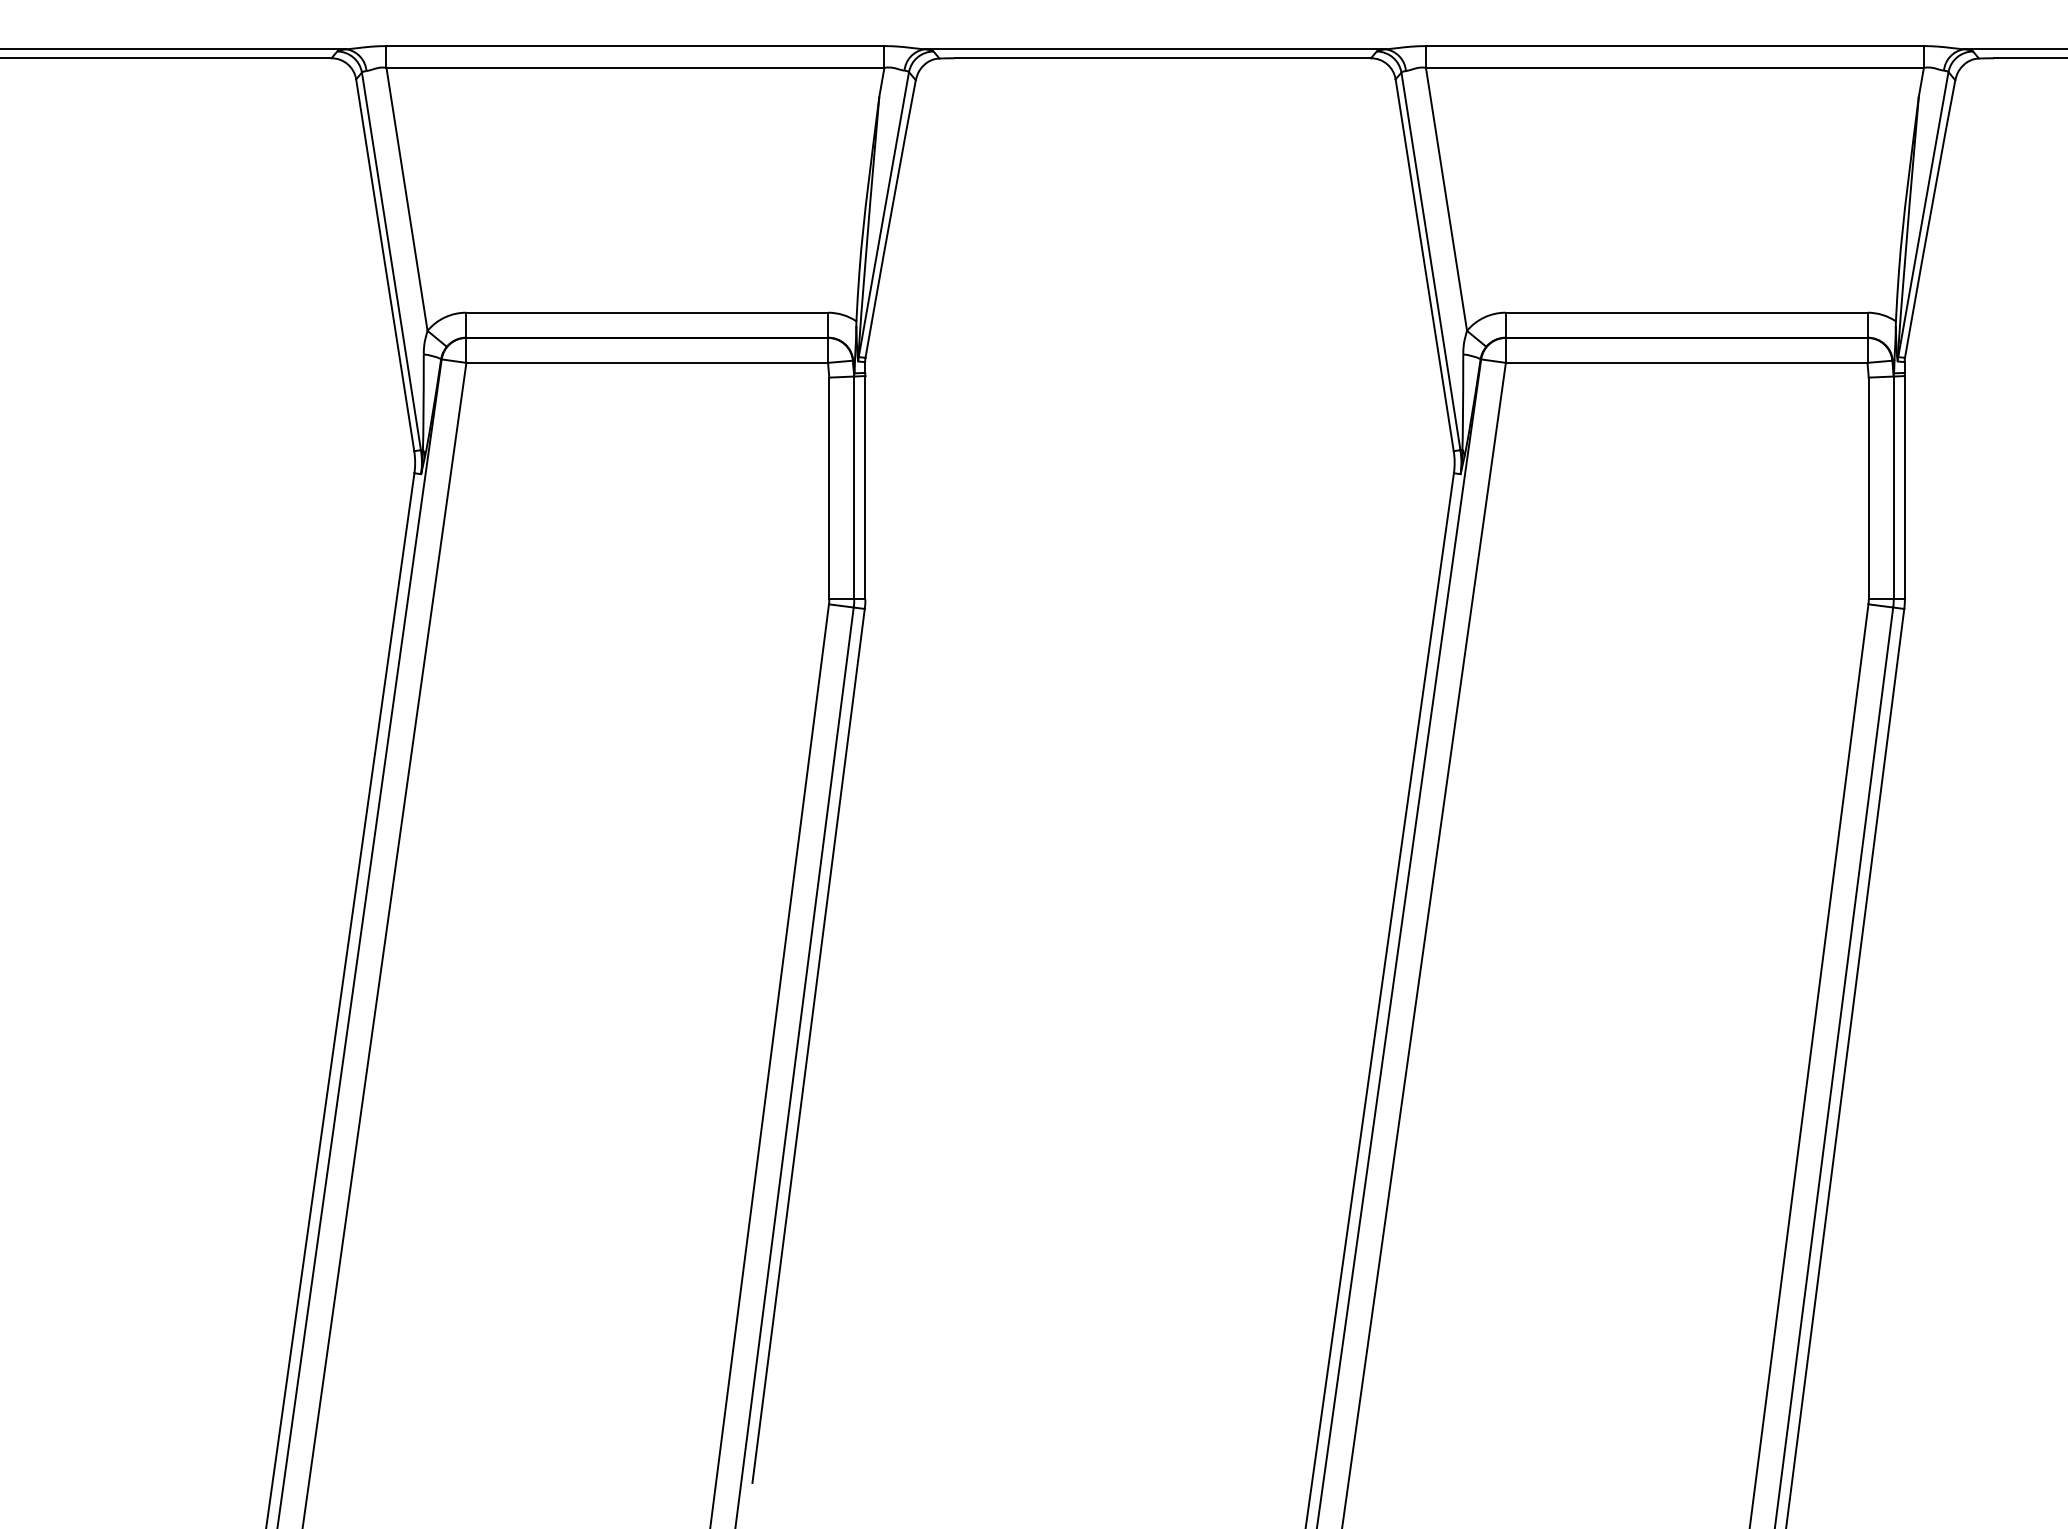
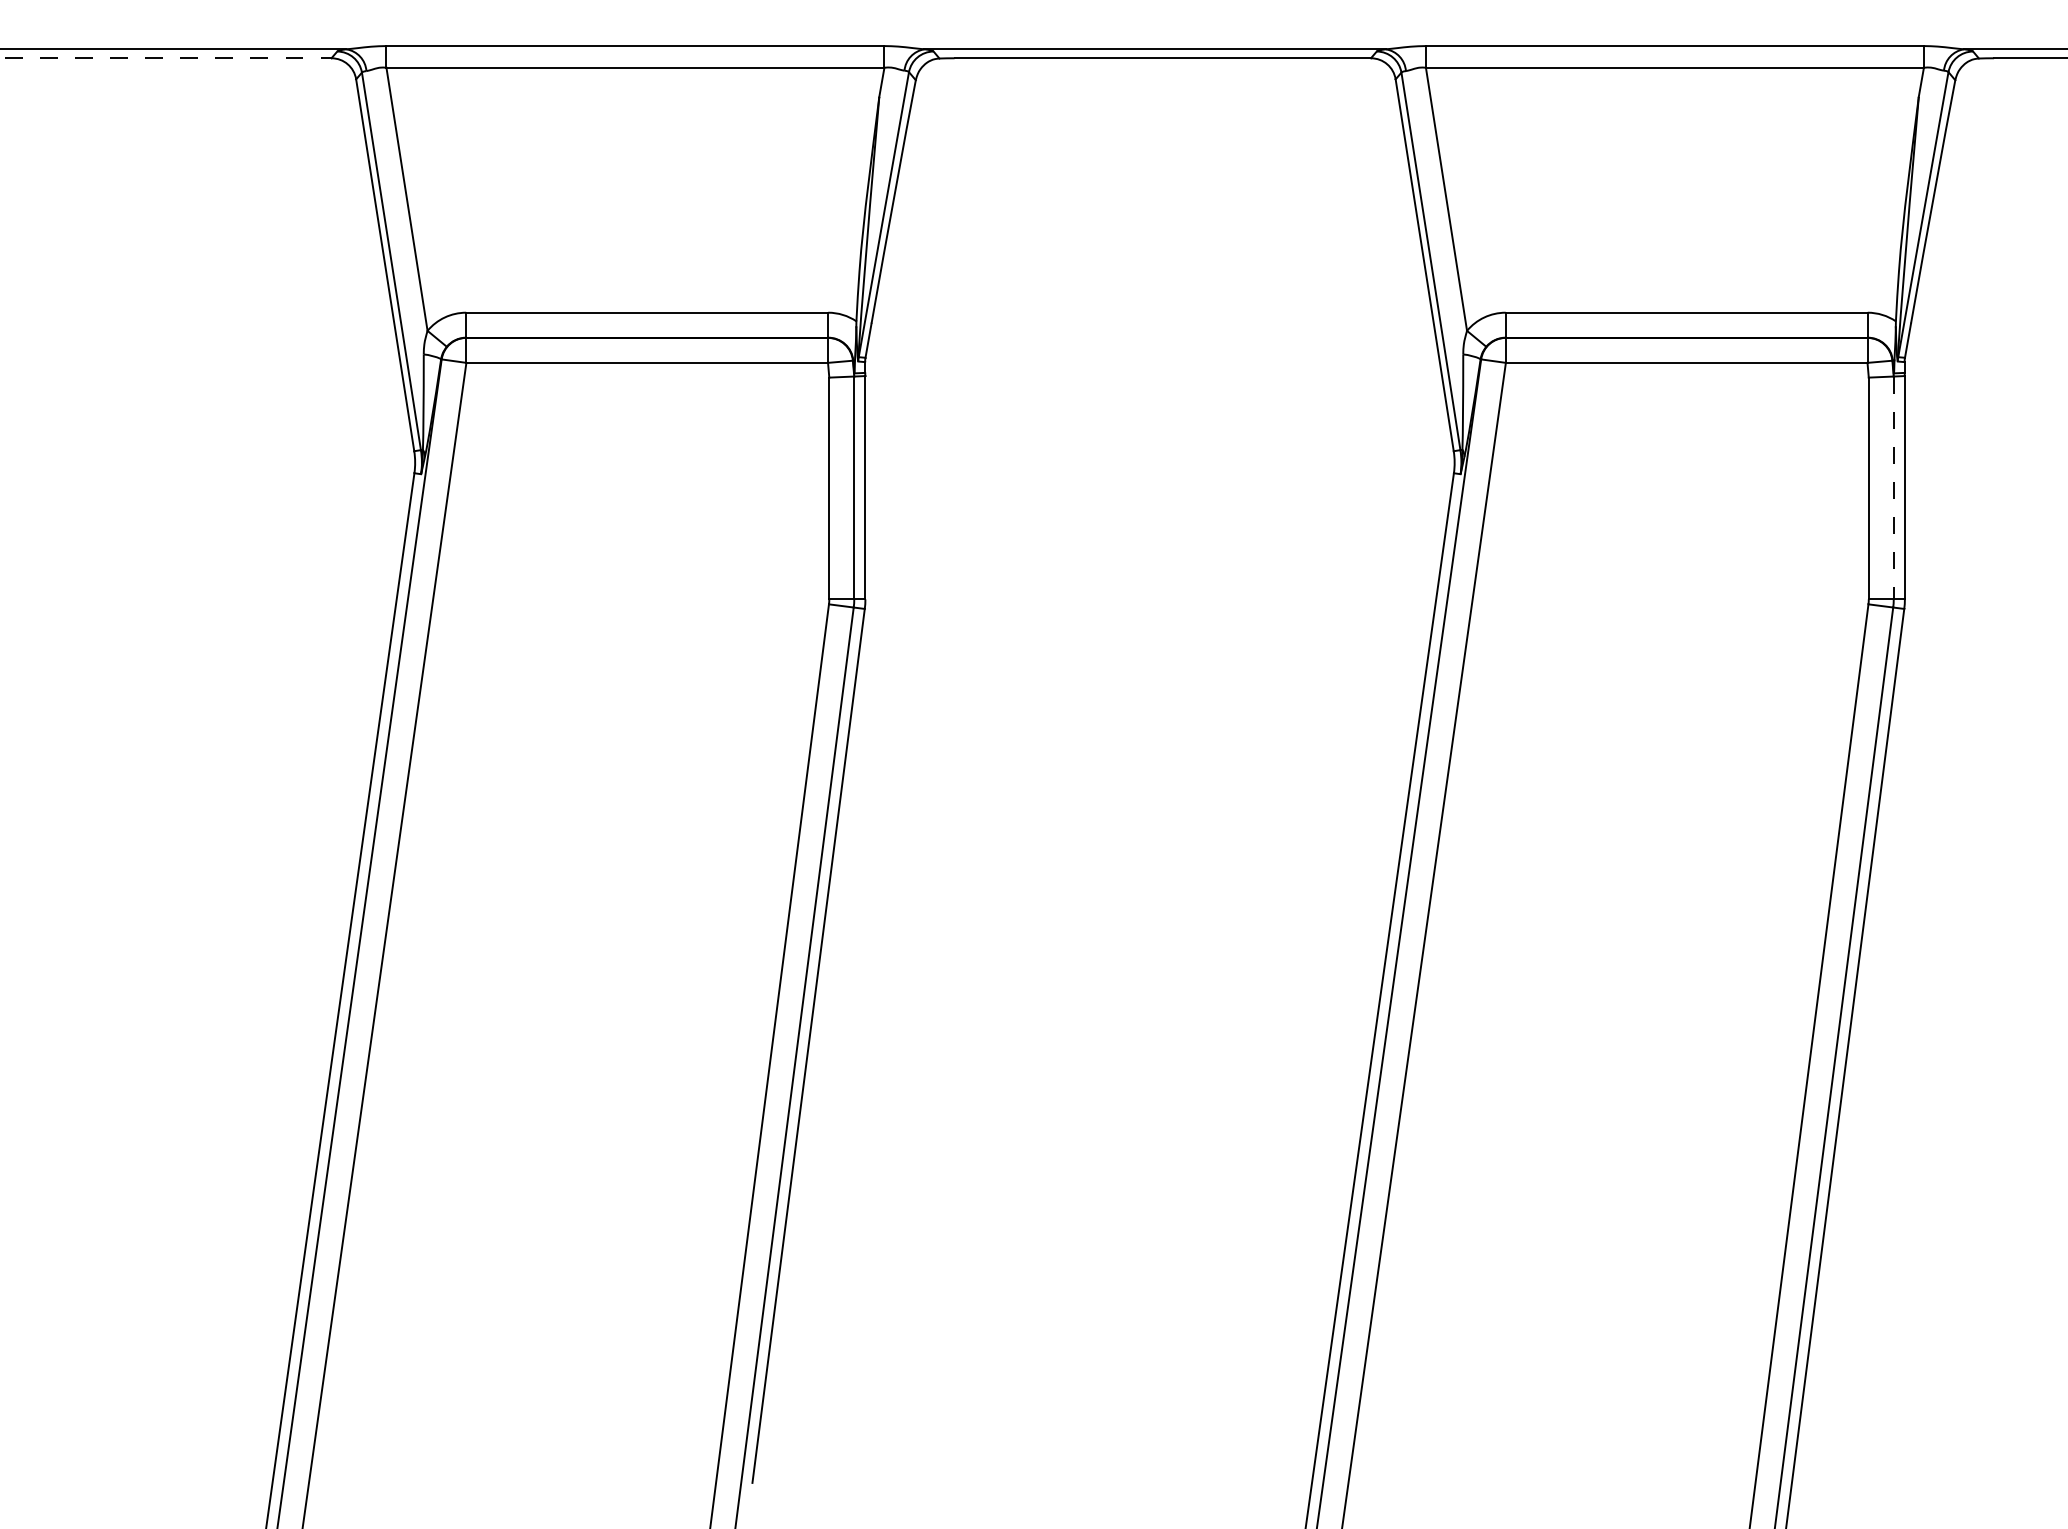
line at (166, 58): solid -> dashed
line at (1893, 488): solid -> dashed
